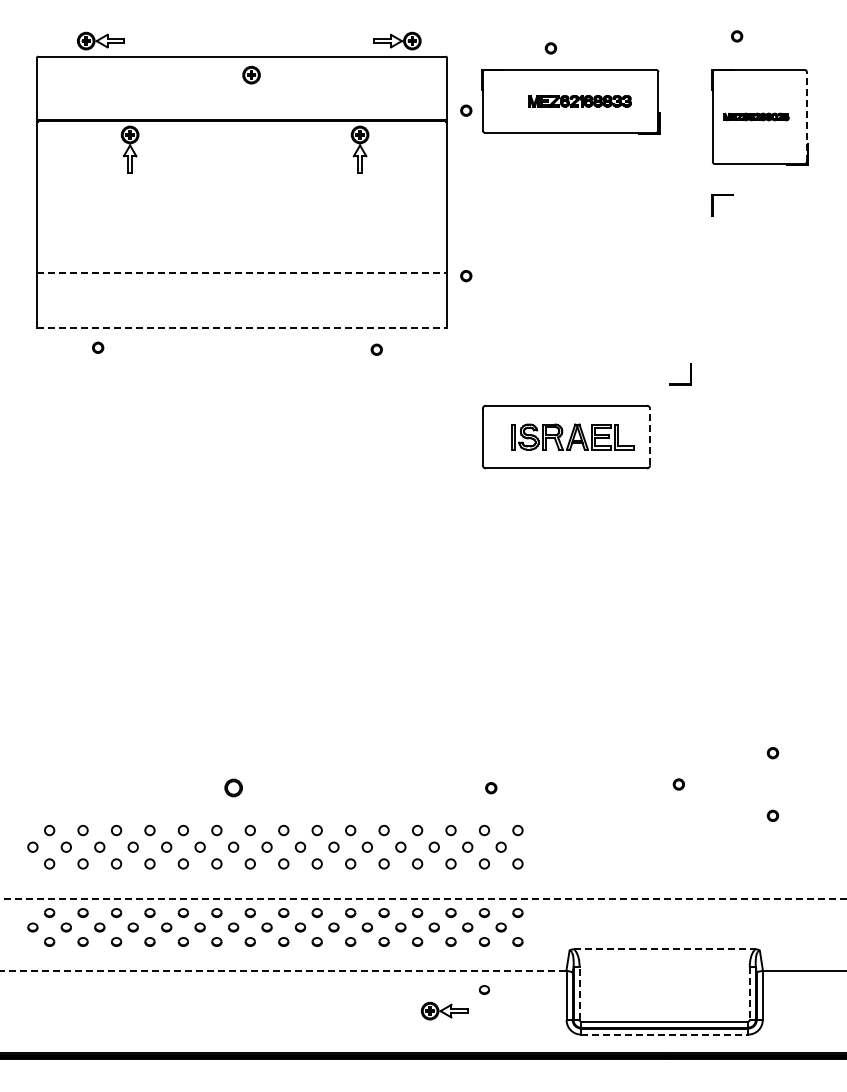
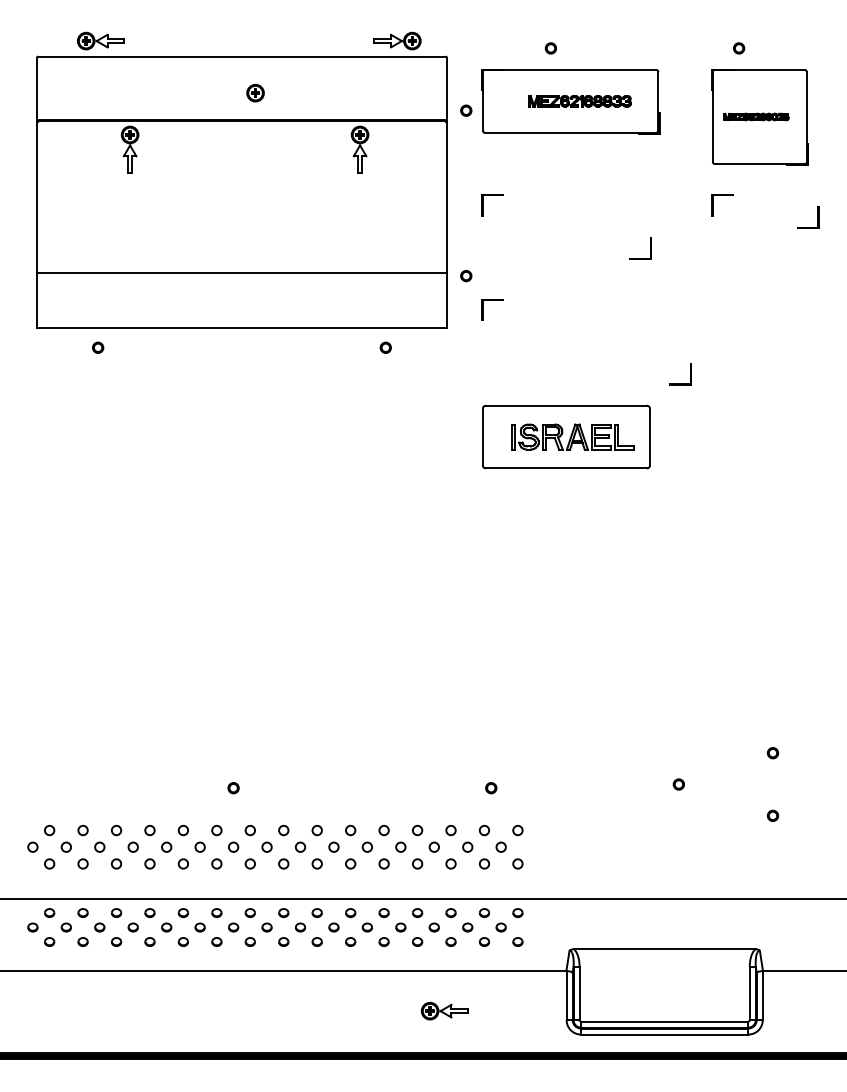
part at (737, 36) position: (737, 36) -> (739, 48)
part at (251, 74) position: (251, 74) -> (255, 92)
line at (806, 117): dashed -> solid
part at (483, 205): none -> present
part at (817, 217): none -> present
part at (650, 248): none -> present
line at (241, 273): dashed -> solid
part at (492, 300): none -> present
line at (241, 328): dashed -> solid
part at (376, 349) position: (376, 349) -> (385, 347)
line at (650, 436): dashed -> solid
part at (233, 787) size: 19x20 px -> 13x13 px
line at (423, 898): dashed -> solid
line at (664, 949): dashed -> solid
line at (283, 971): dashed -> solid
part at (484, 989): present -> none
line at (579, 993): dashed -> solid
line at (749, 993): dashed -> solid
line at (664, 1034): dashed -> solid
